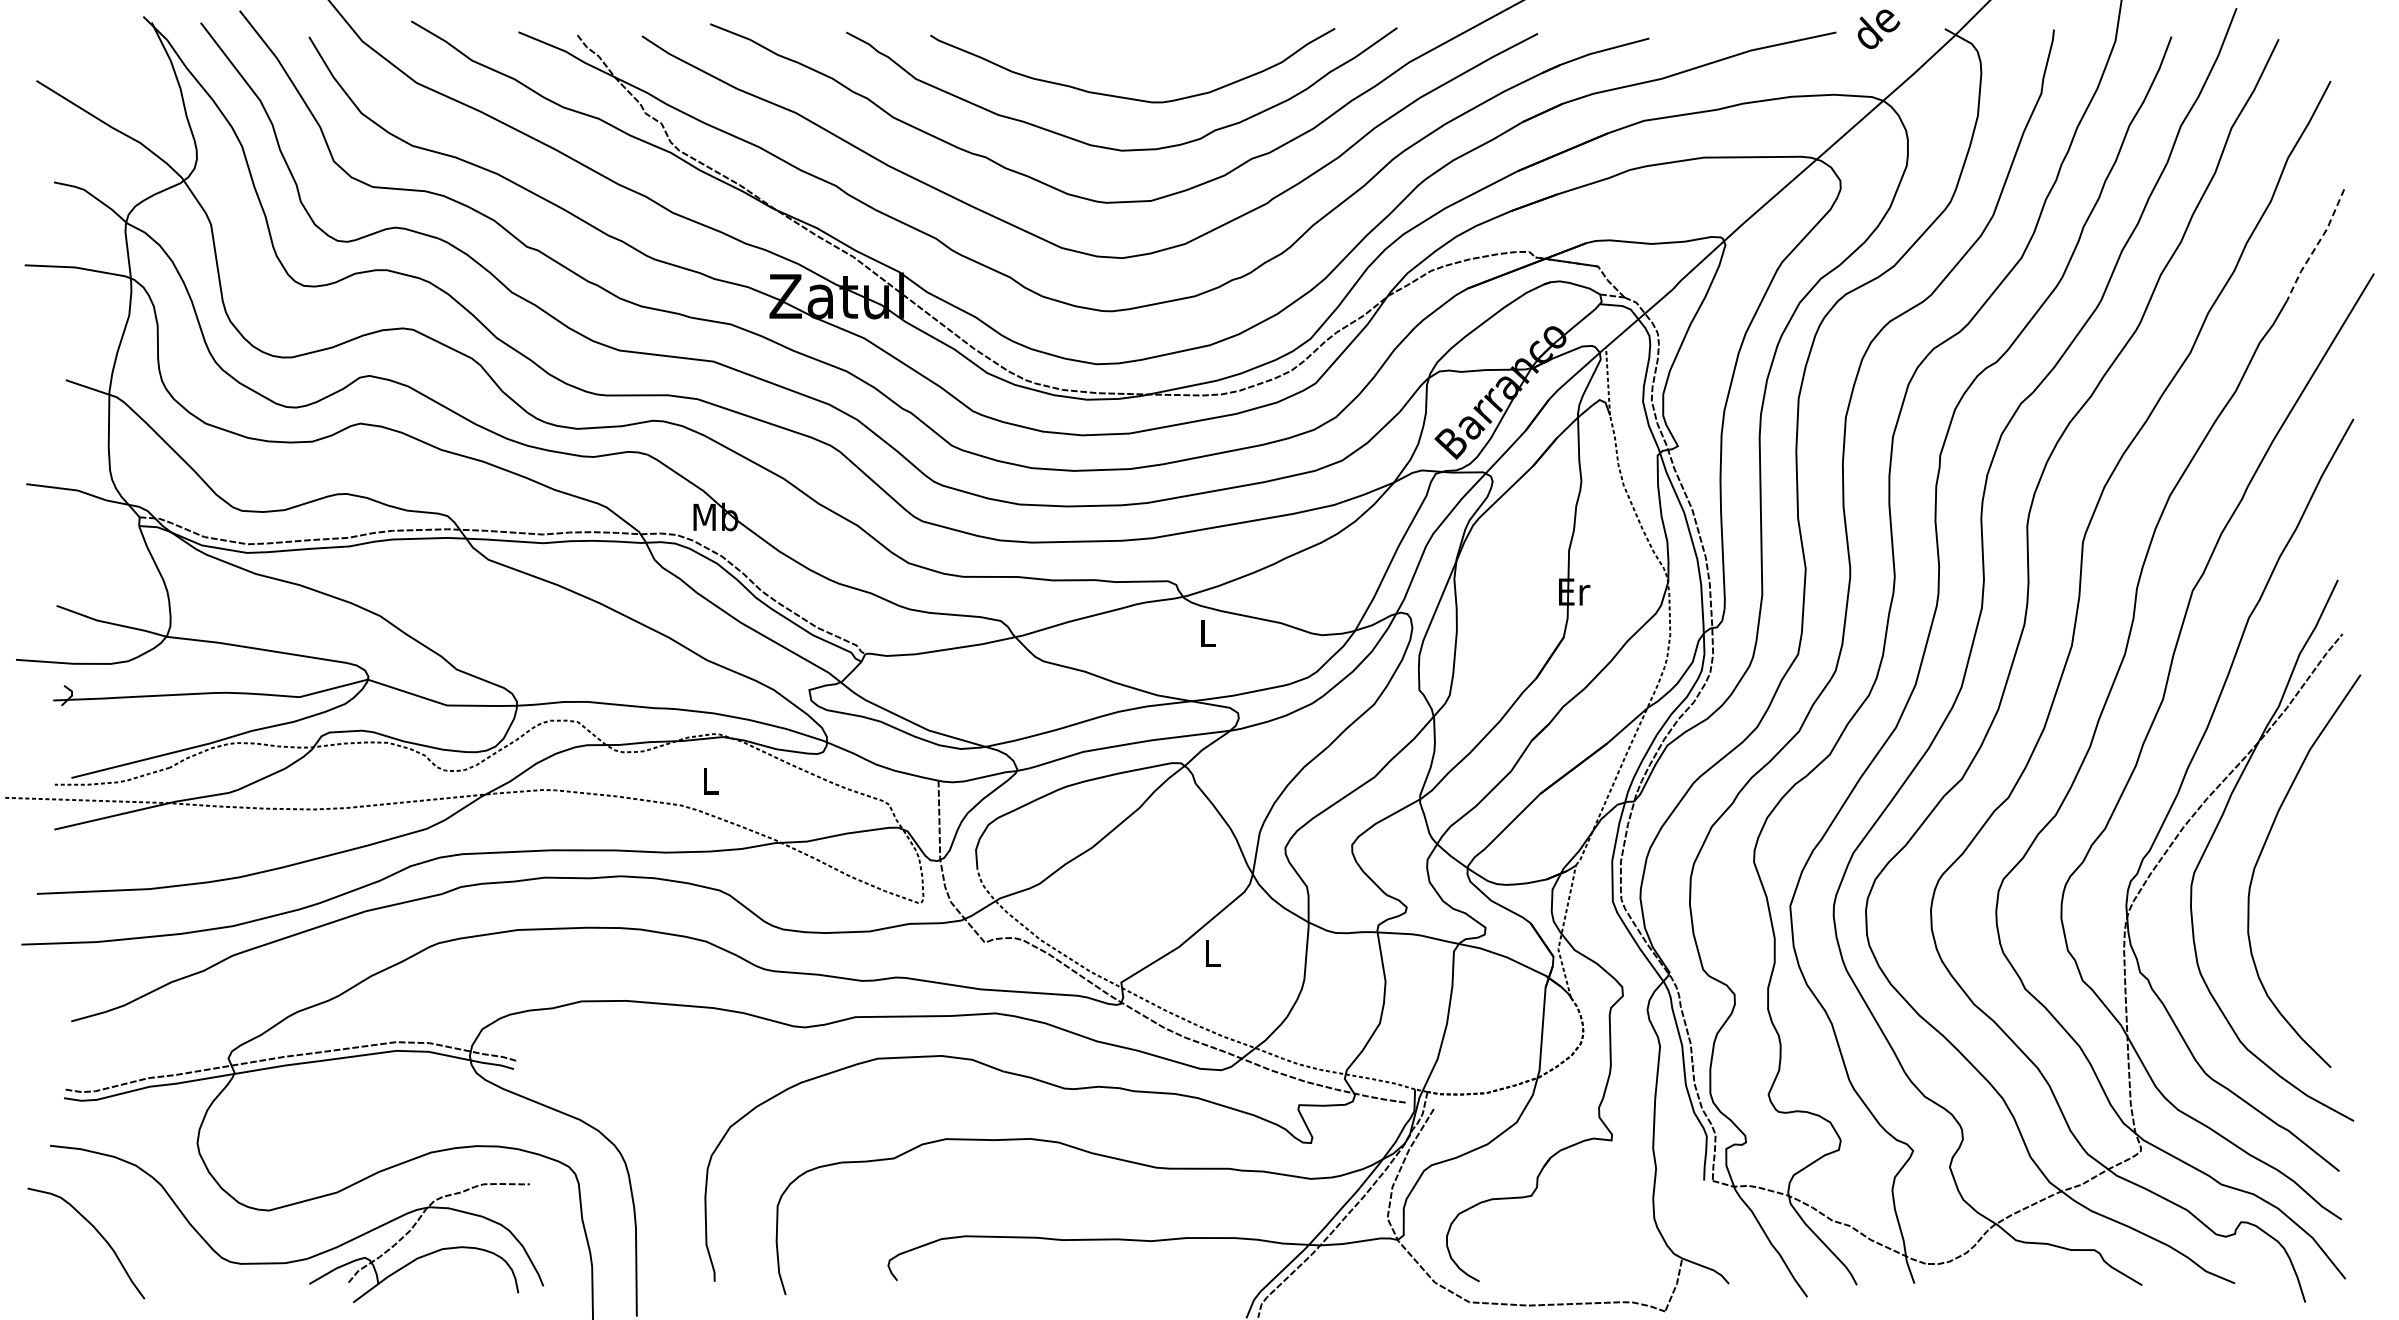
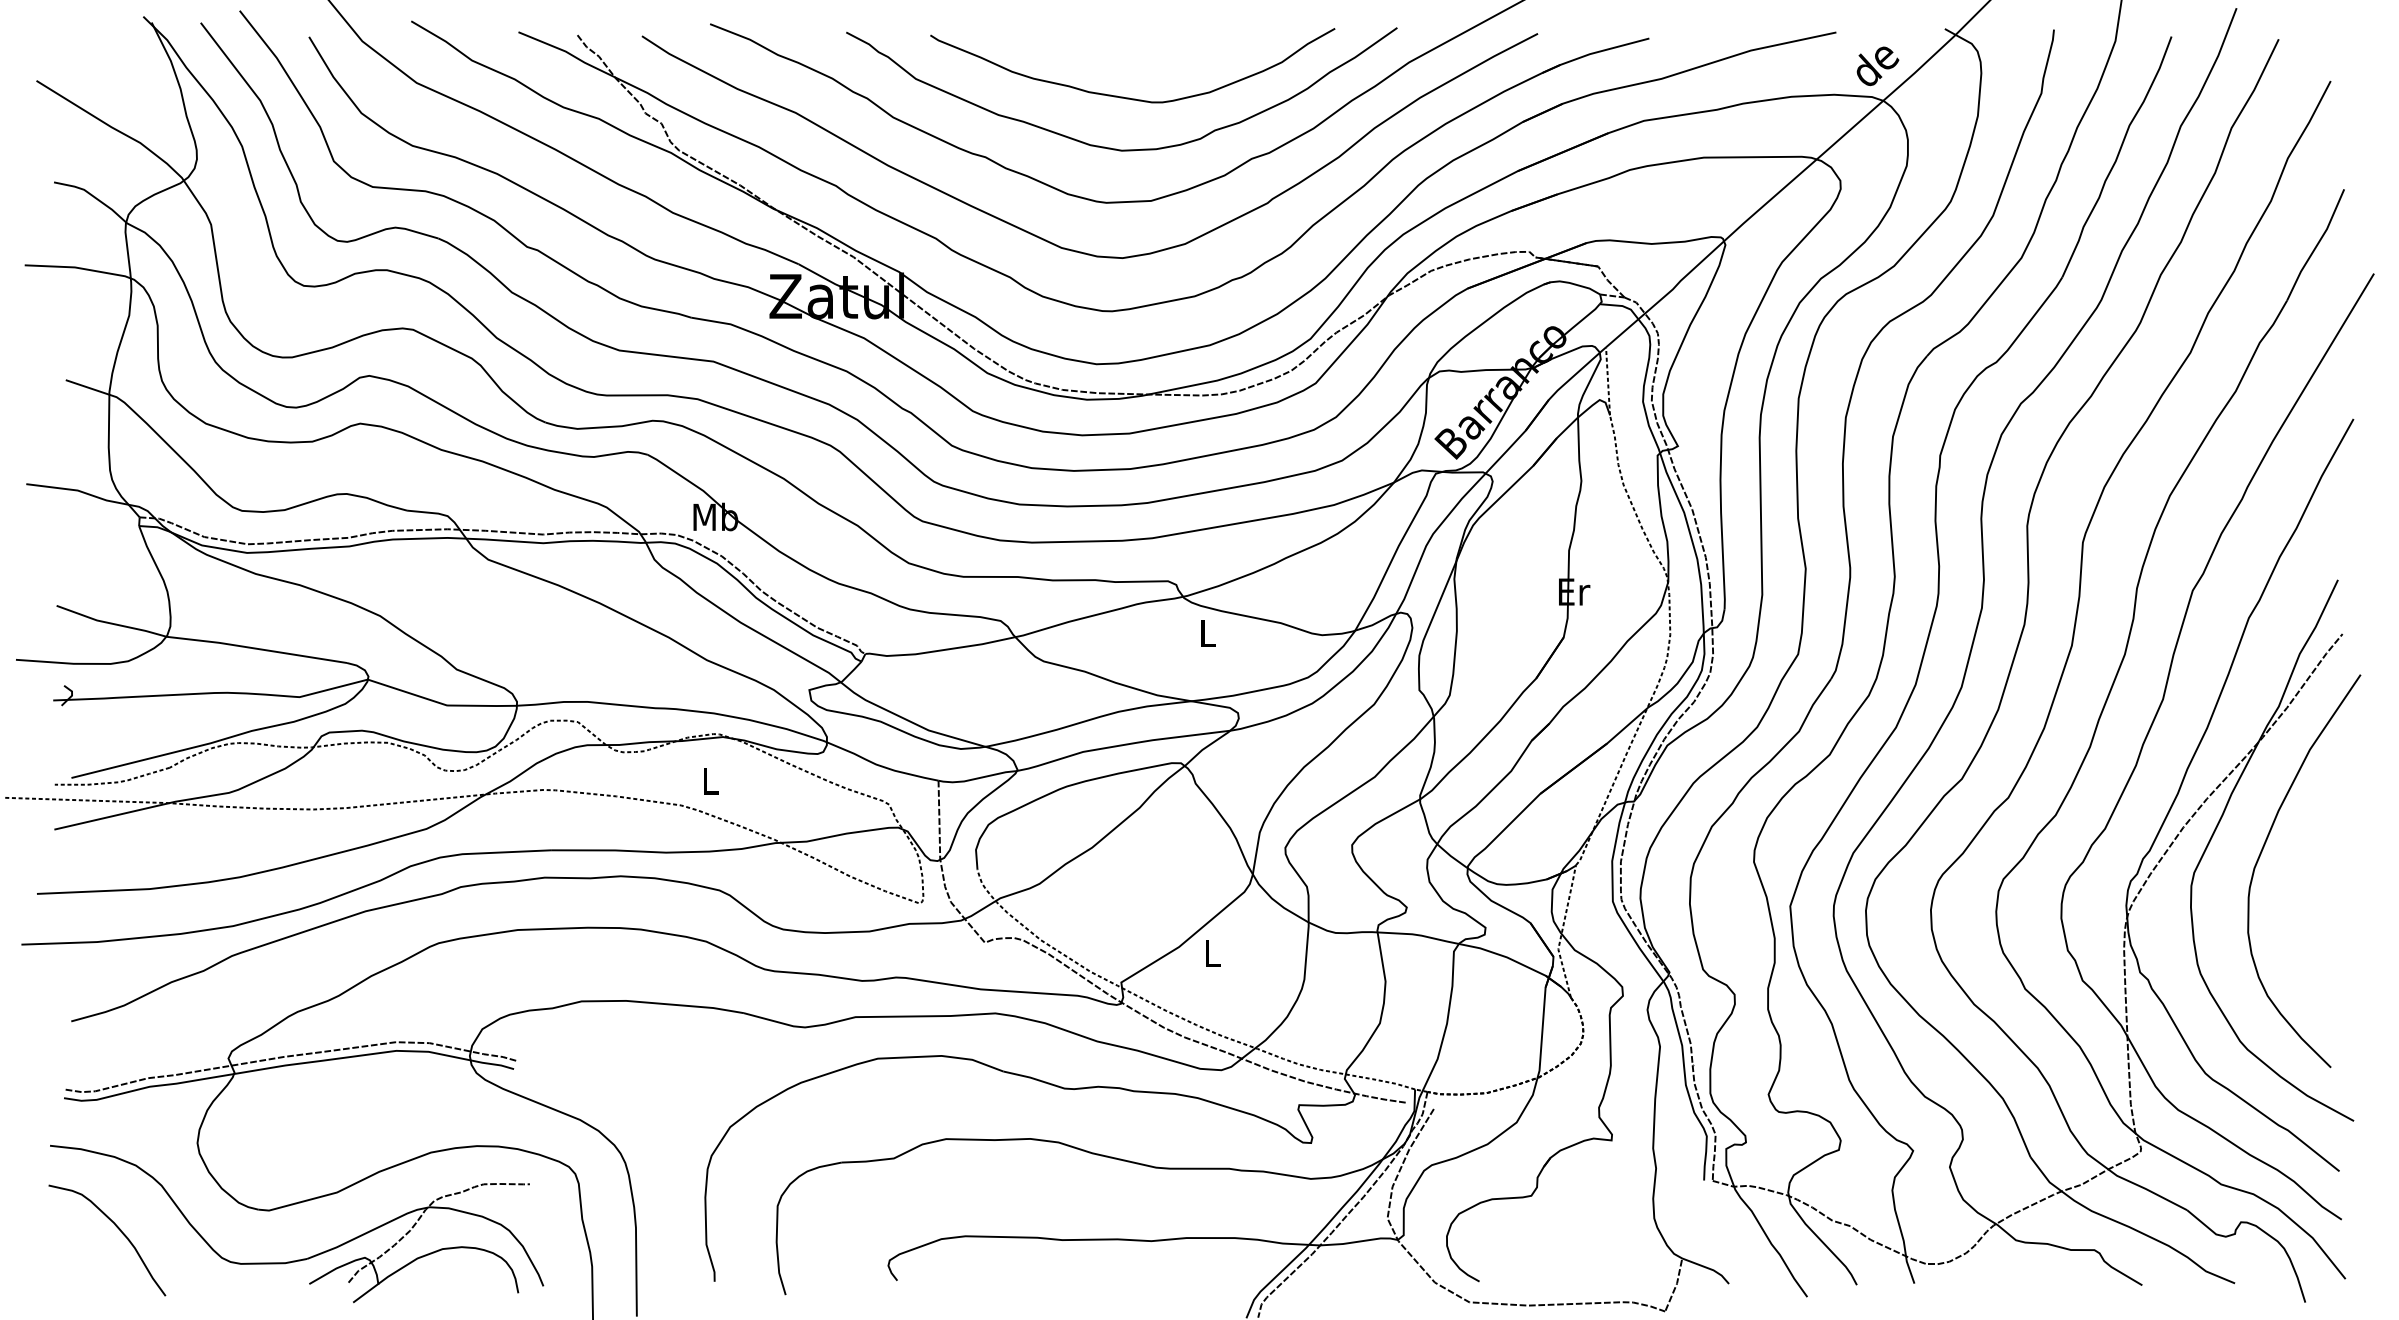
text at (1878, 29) position: (1878, 29) -> (1877, 66)
line at (2316, 246): dashed -> solid
curve at (97, 1232) position: (97, 1232) -> (118, 1229)
